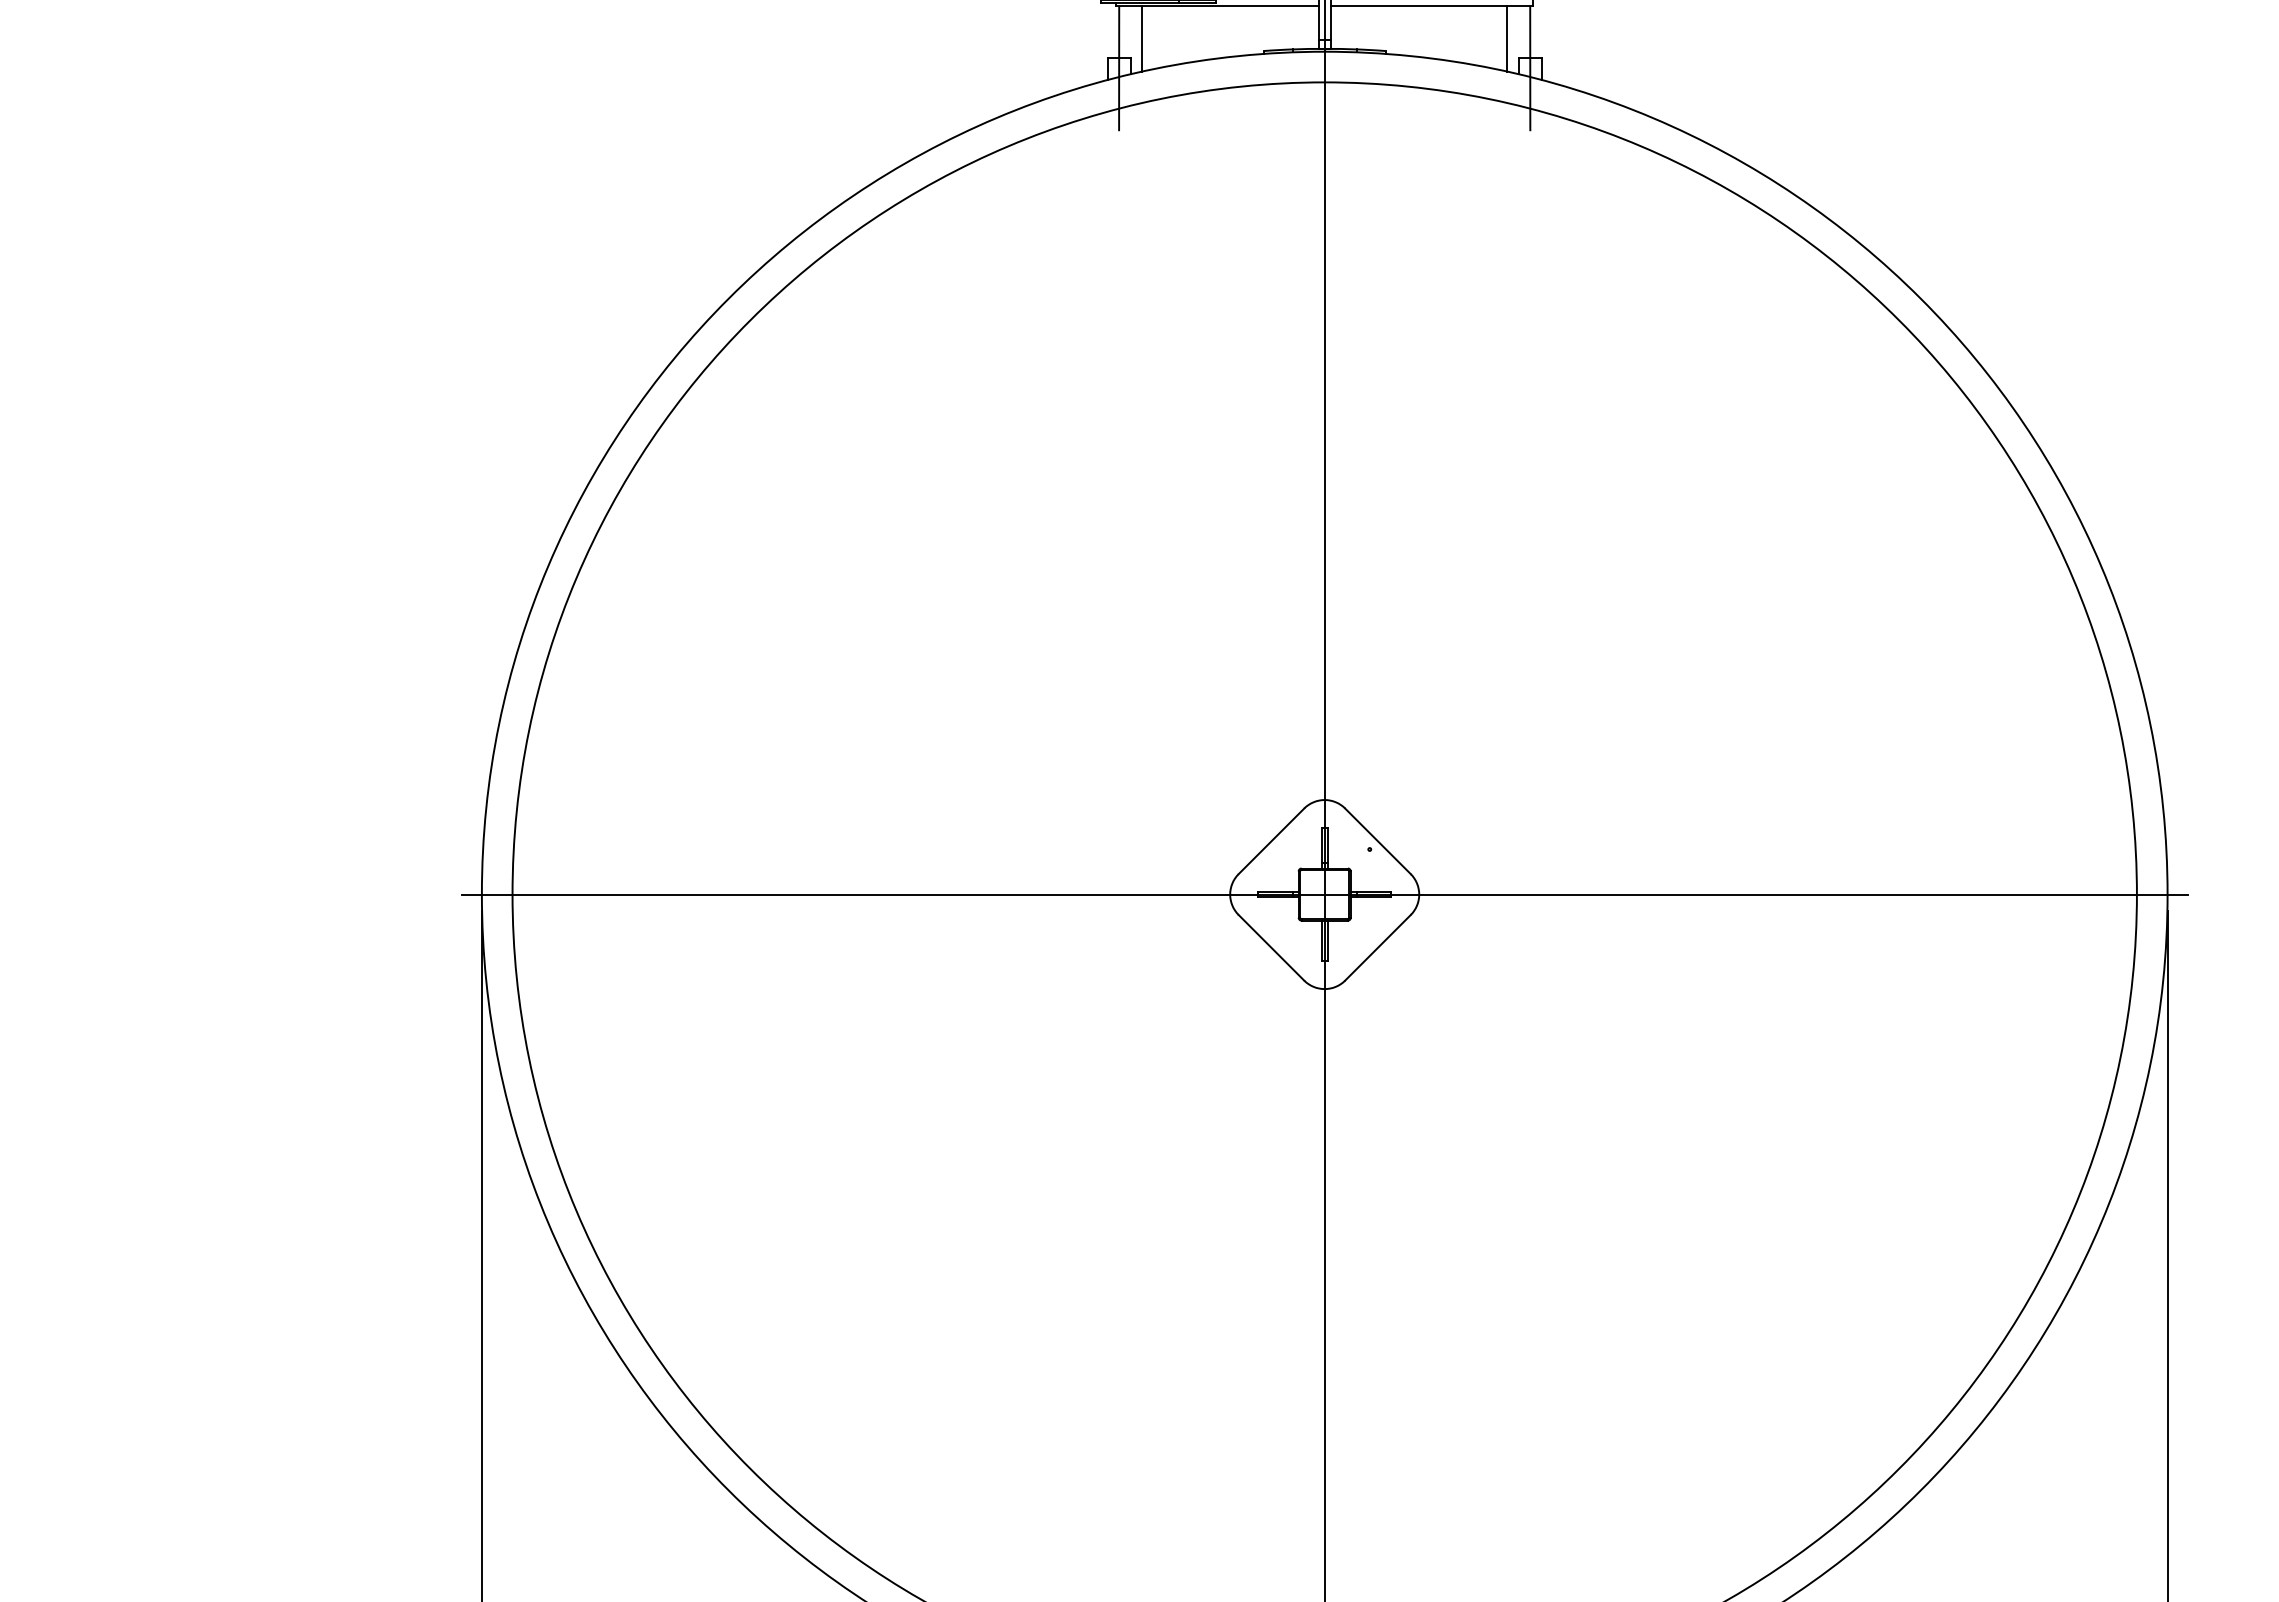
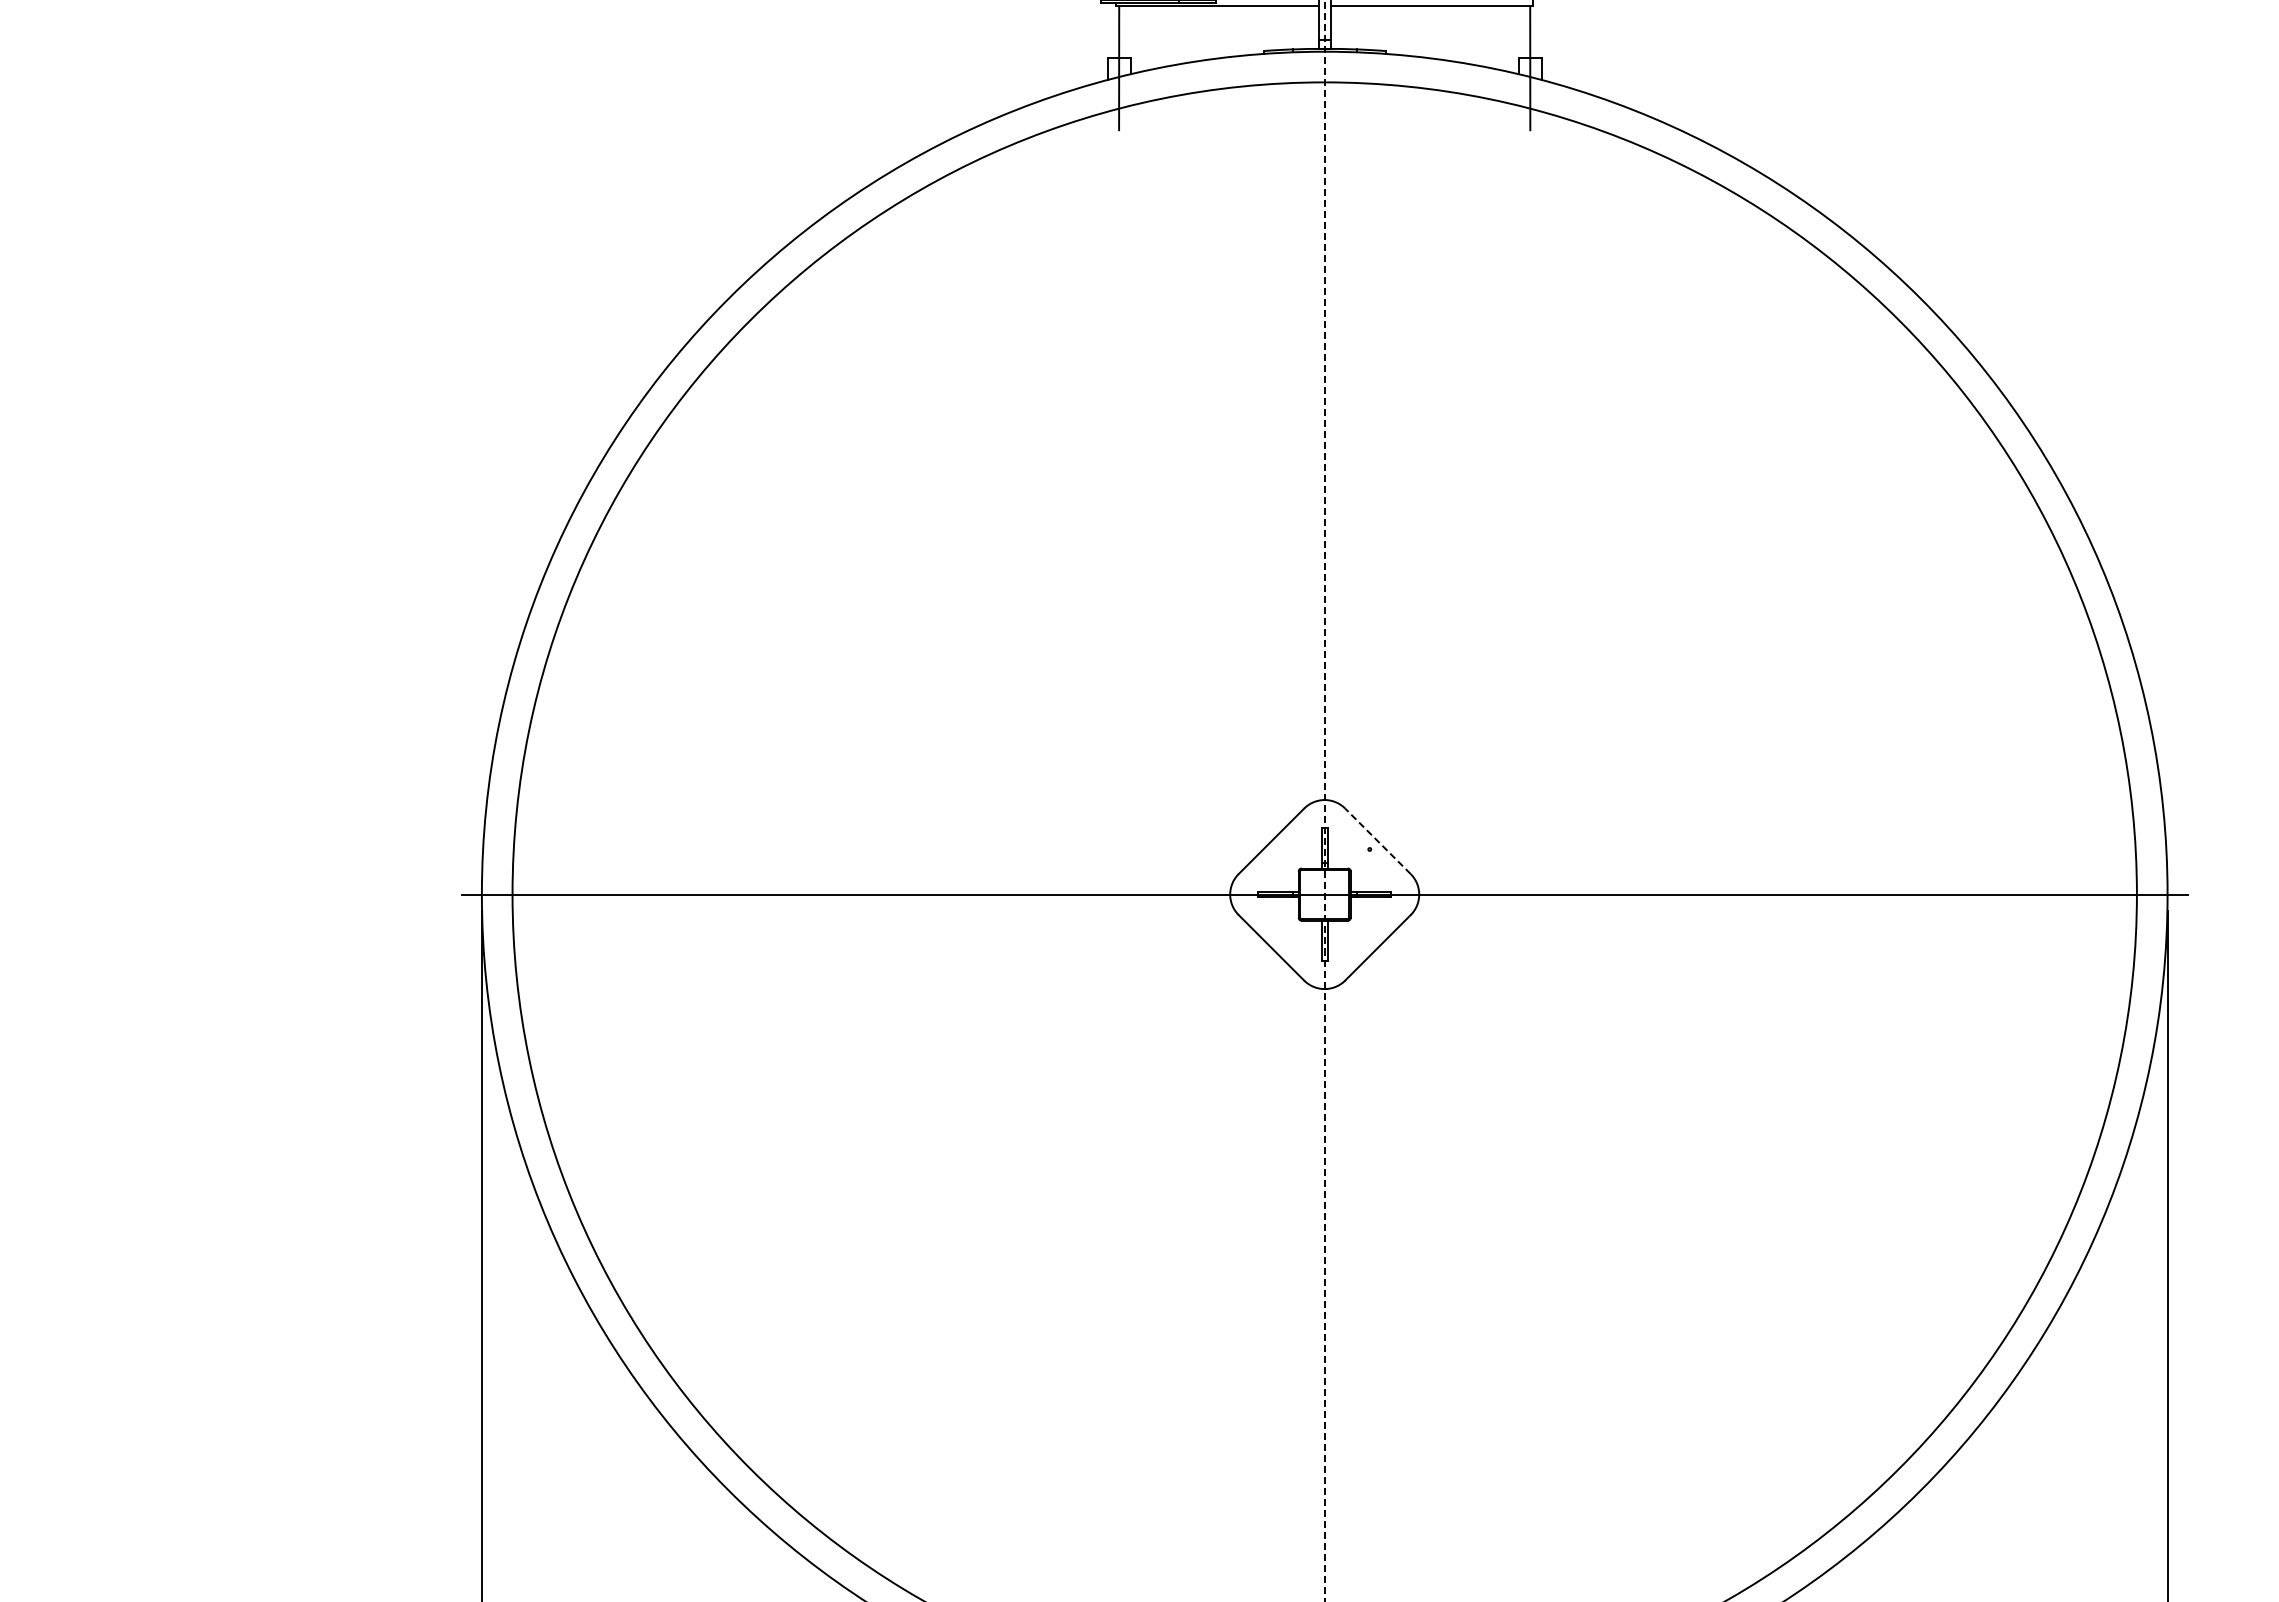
line at (1142, 38): present -> none
line at (1507, 38): present -> none
line at (1324, 801): solid -> dashed
line at (1377, 840): solid -> dashed
